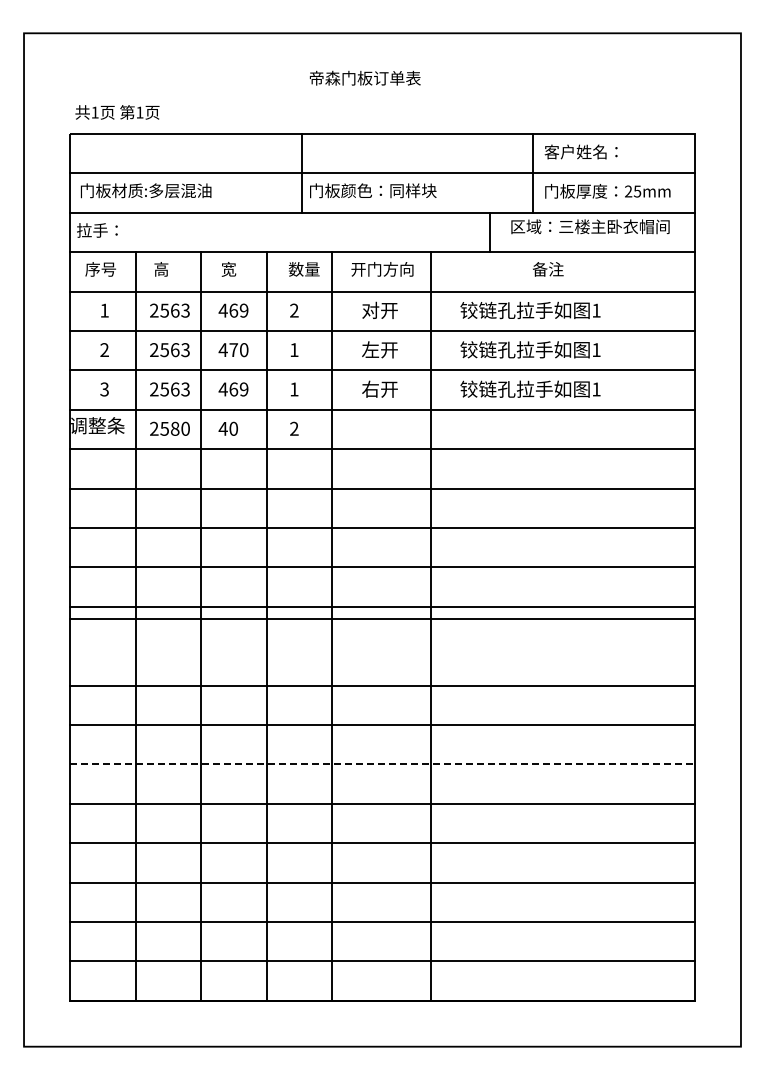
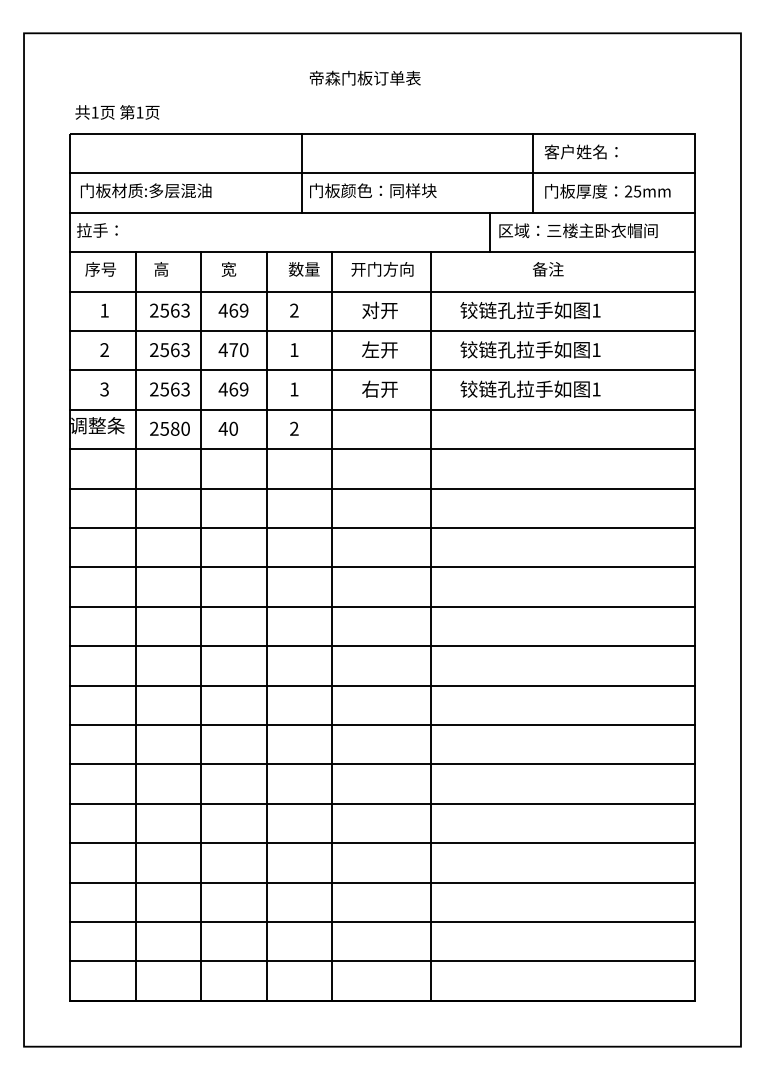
text at (590, 226) position: (590, 226) -> (578, 230)
line at (382, 619) position: (382, 619) -> (382, 646)
line at (382, 764): dashed -> solid
